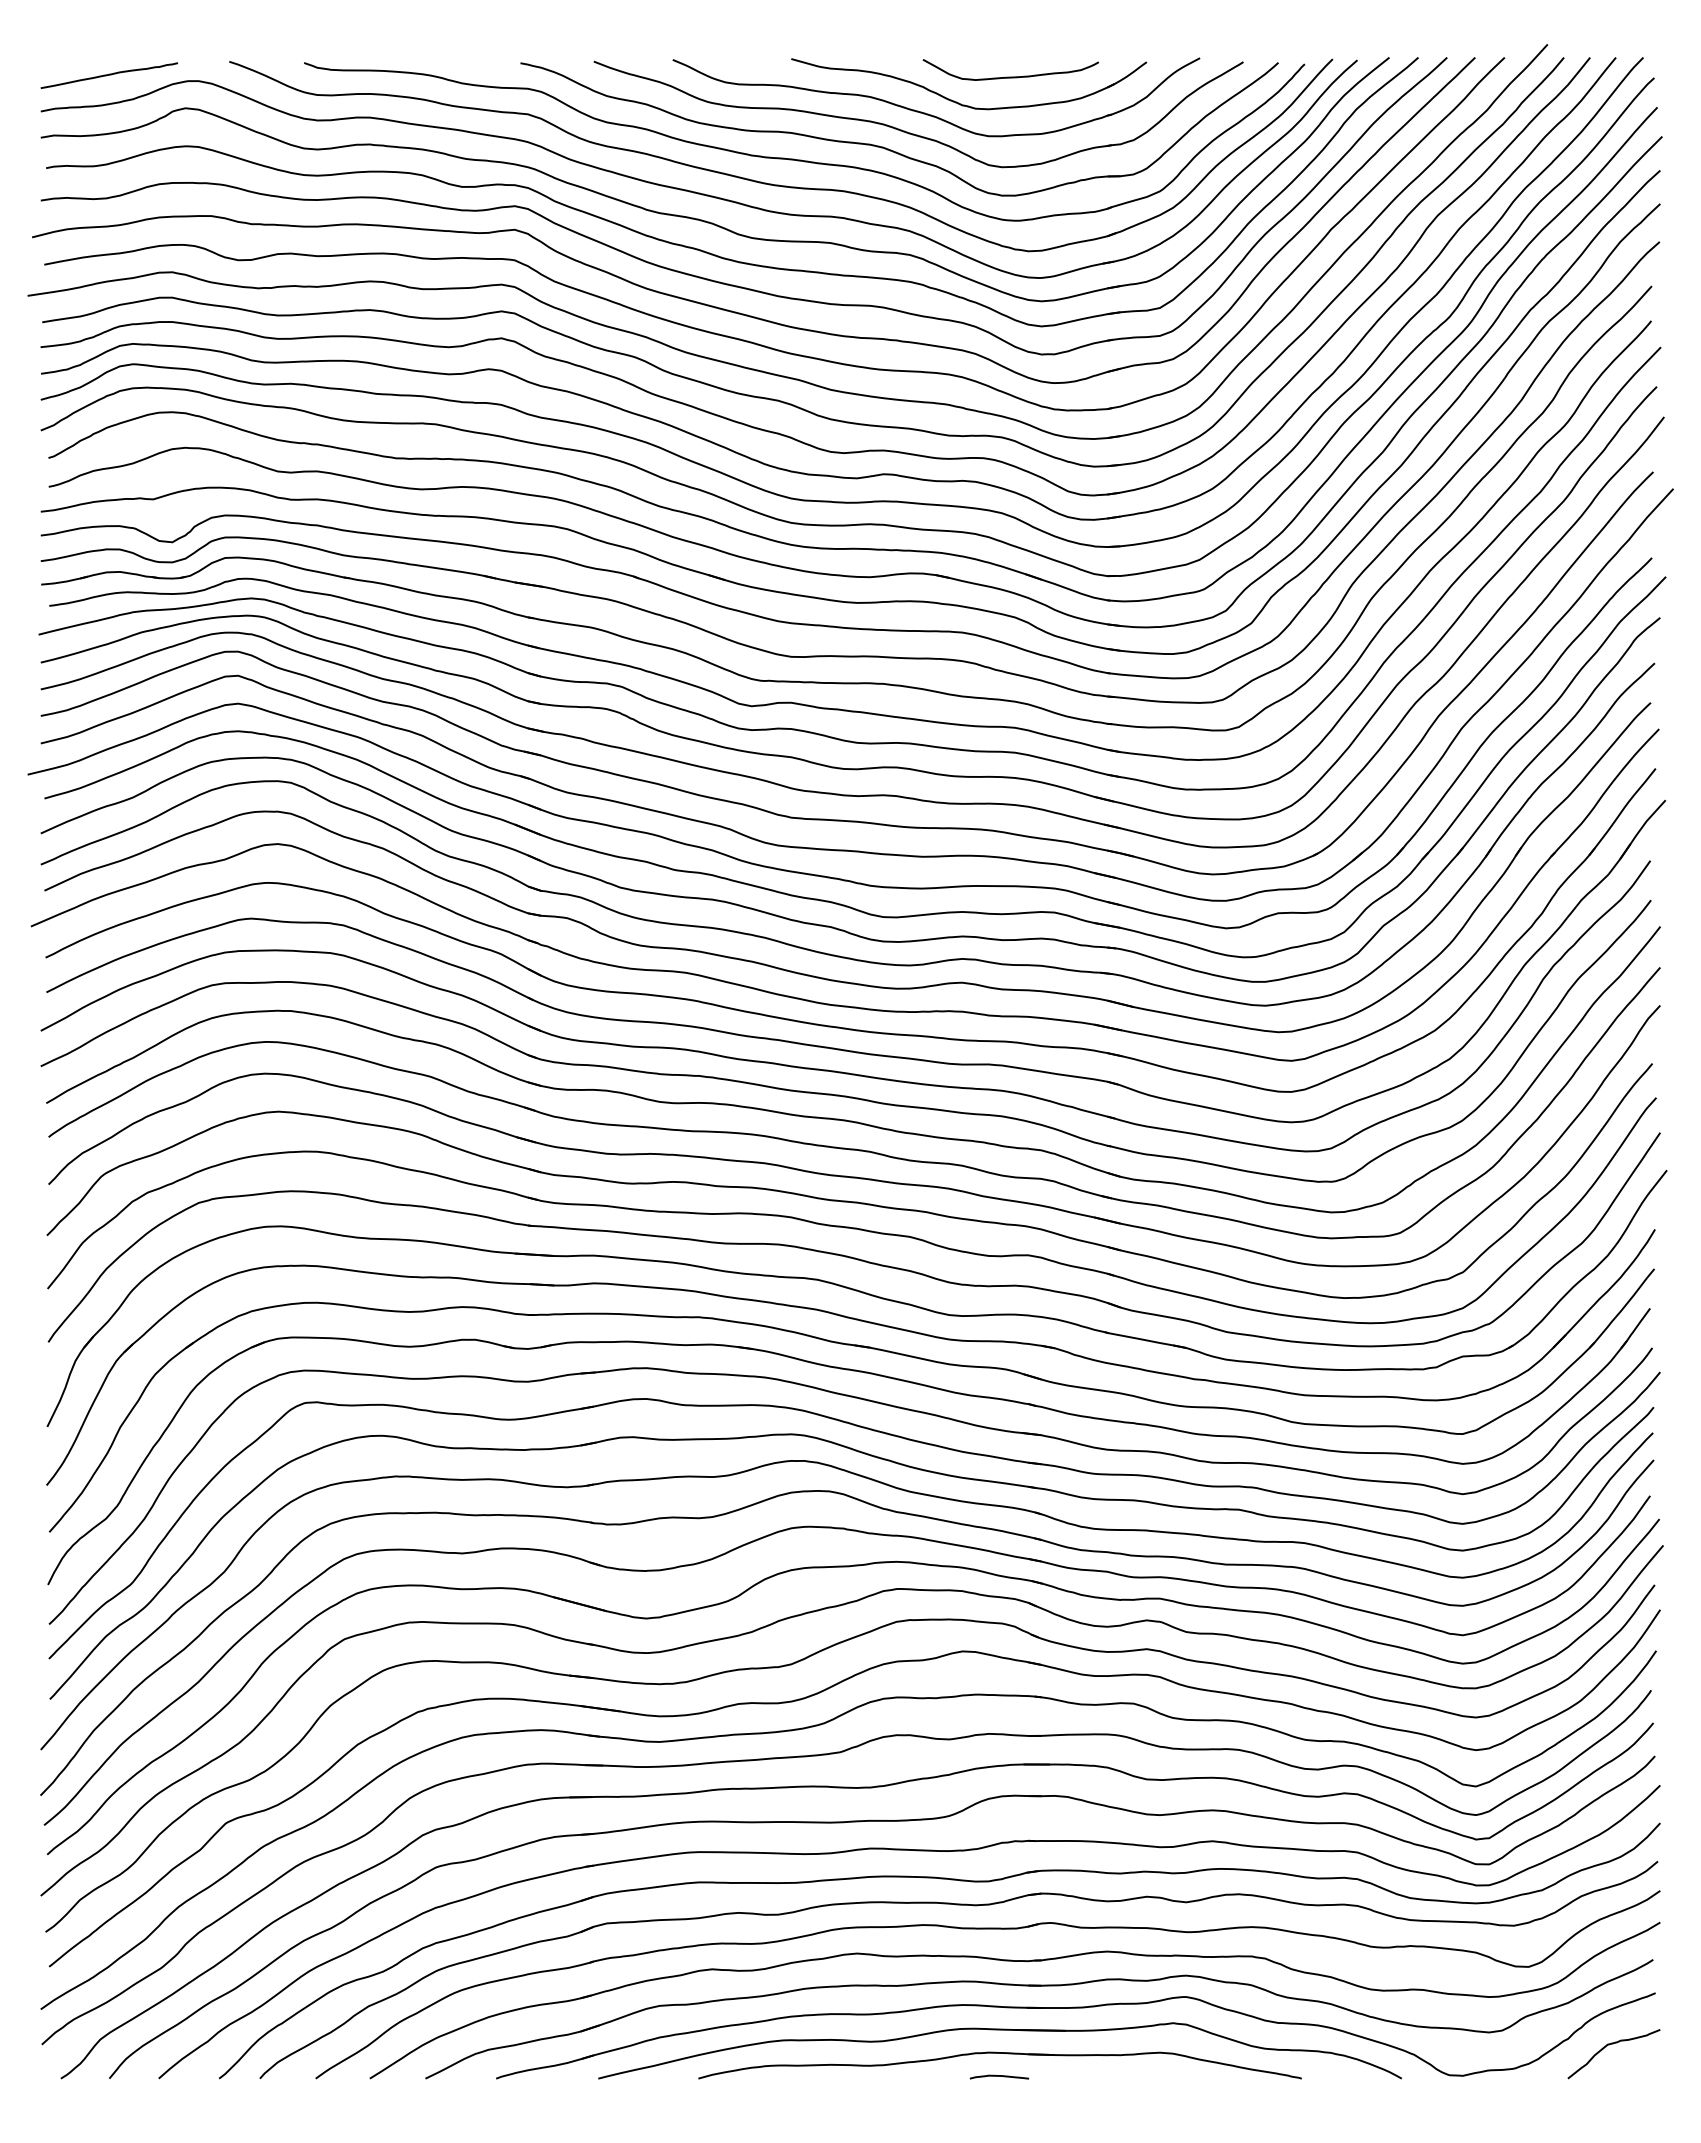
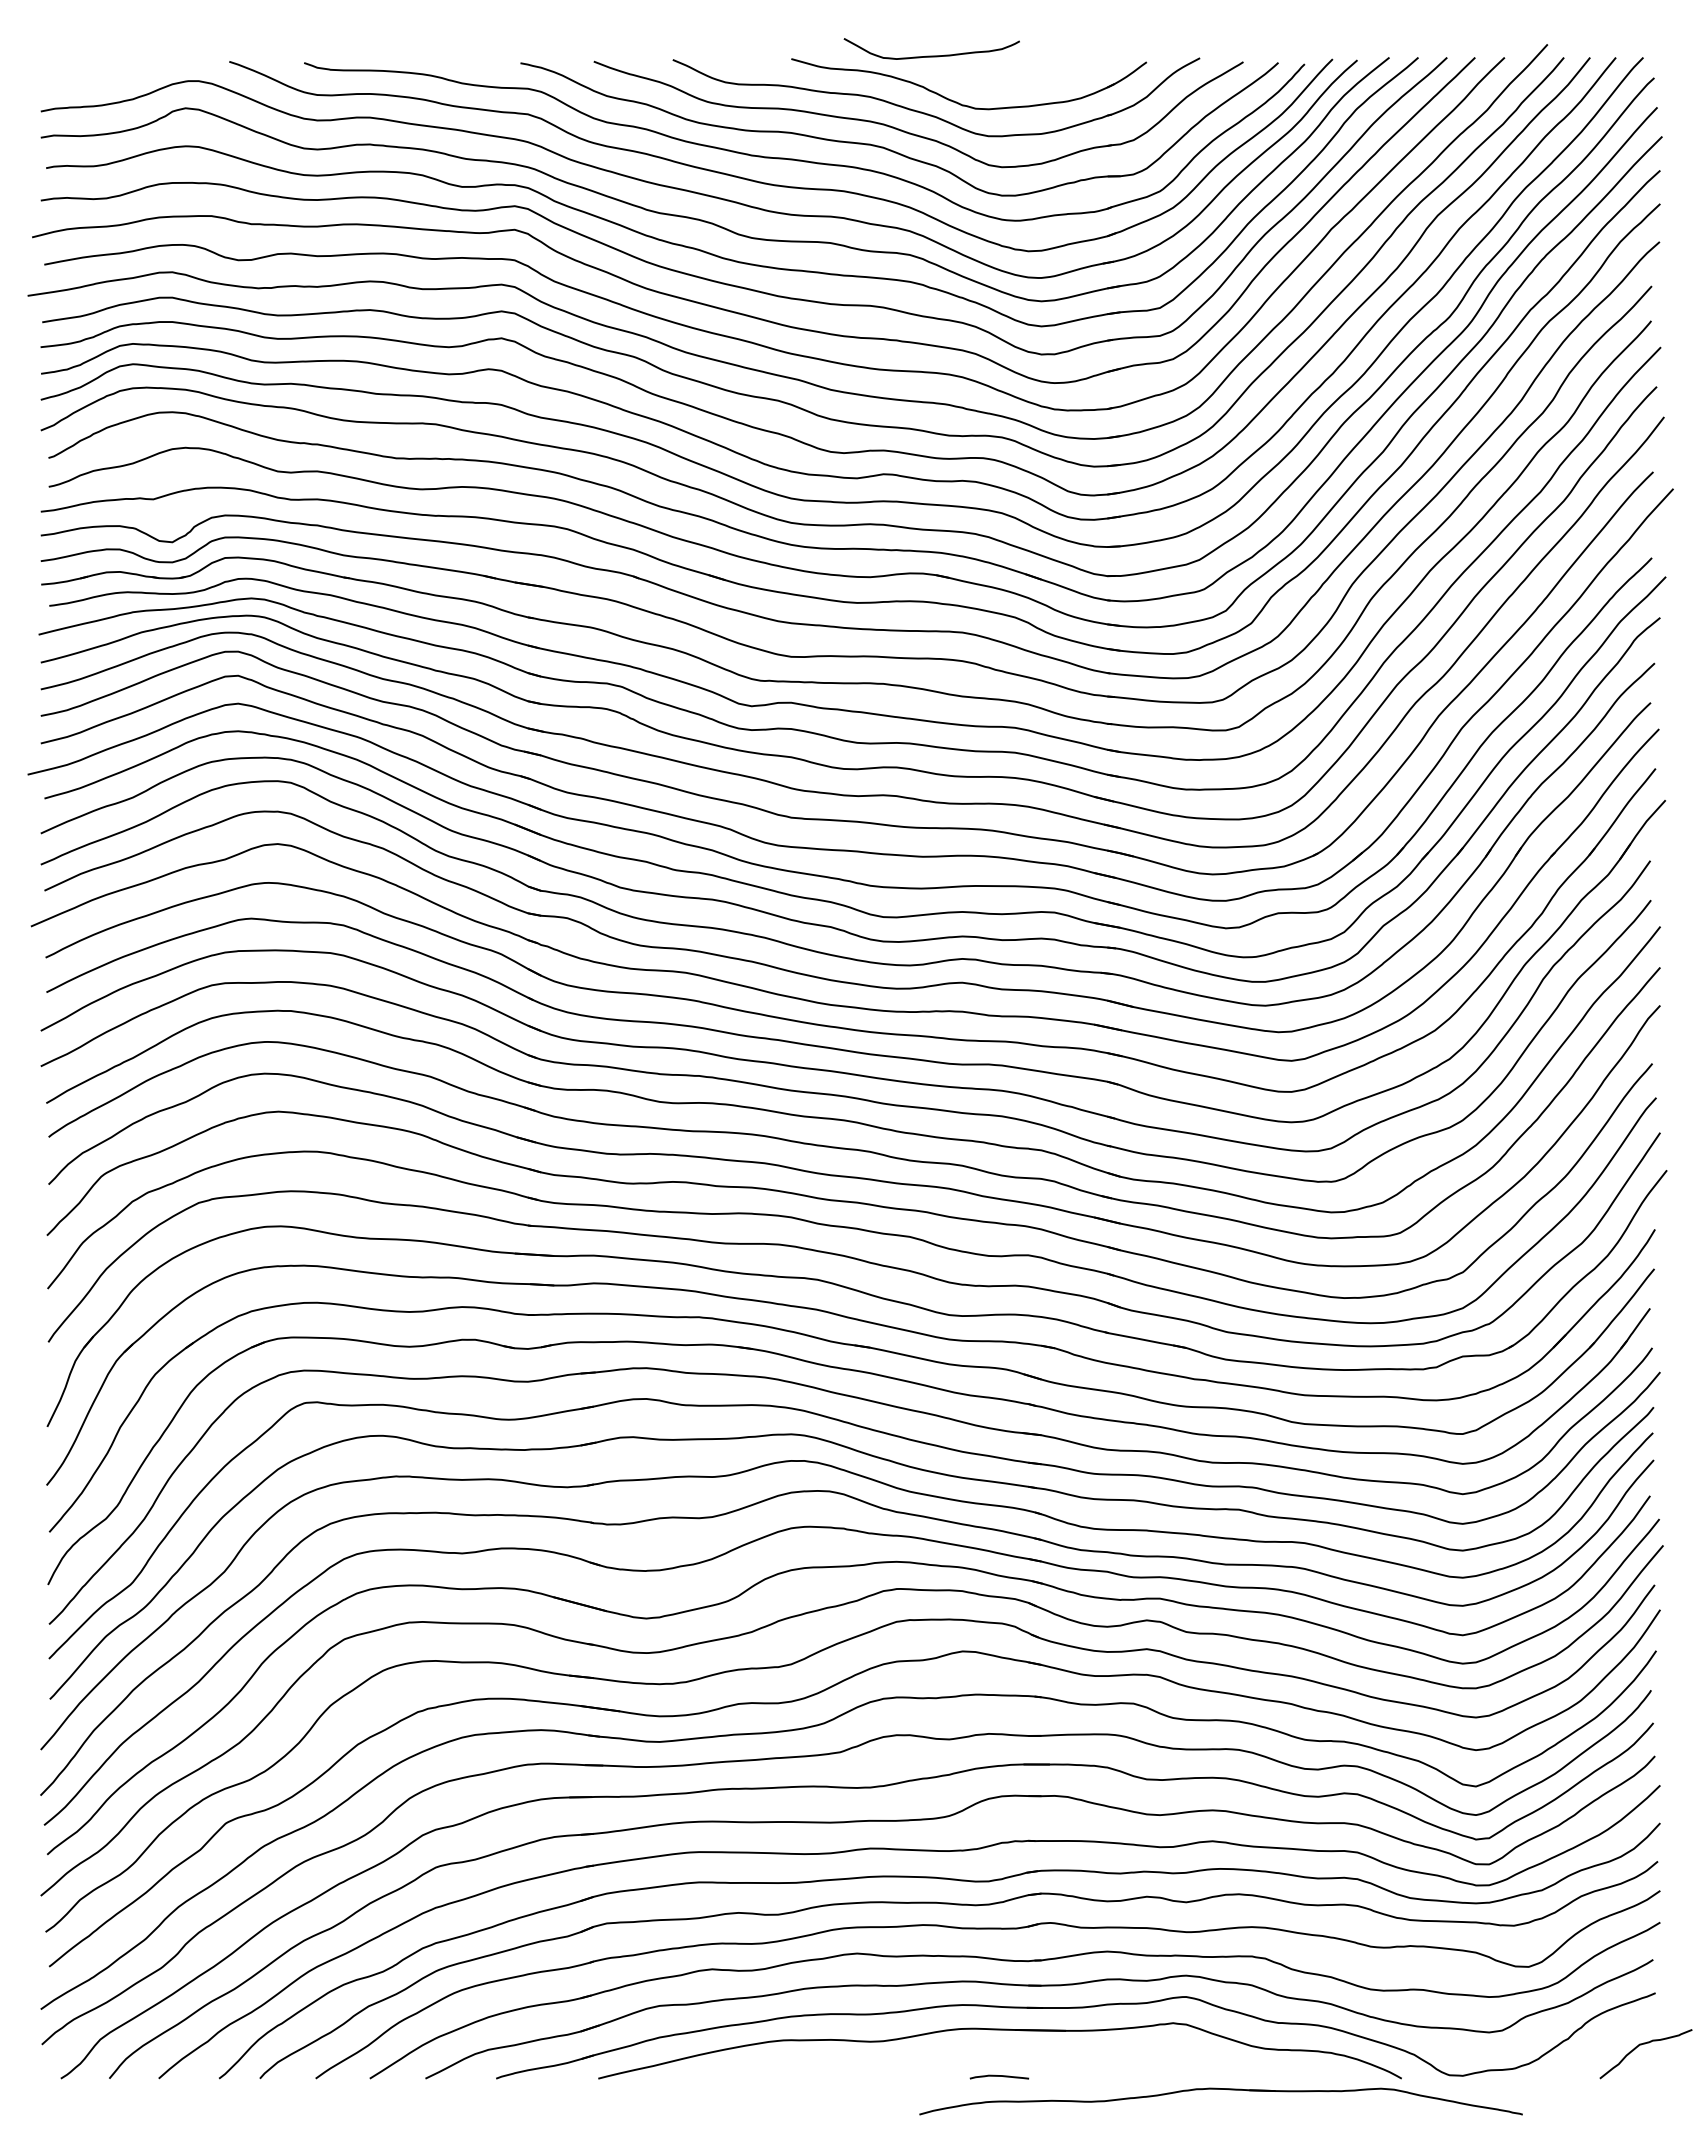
curve at (108, 75): present -> none
curve at (1010, 76) position: (1010, 76) -> (931, 55)
curve at (1609, 2045) position: (1609, 2045) -> (1641, 2045)
part at (999, 2053) position: (999, 2053) -> (1220, 2089)
